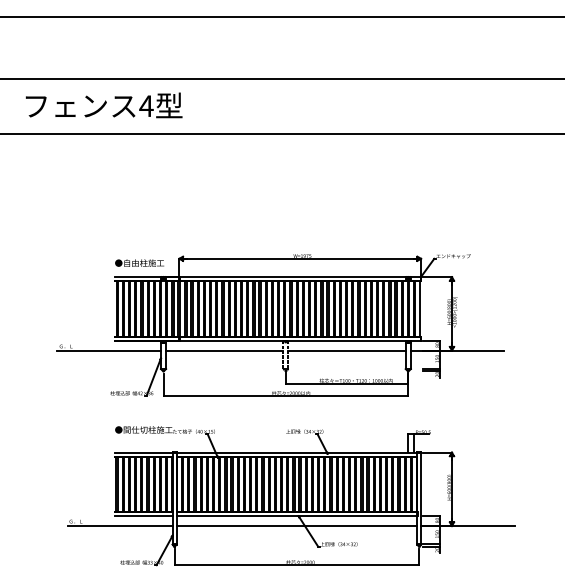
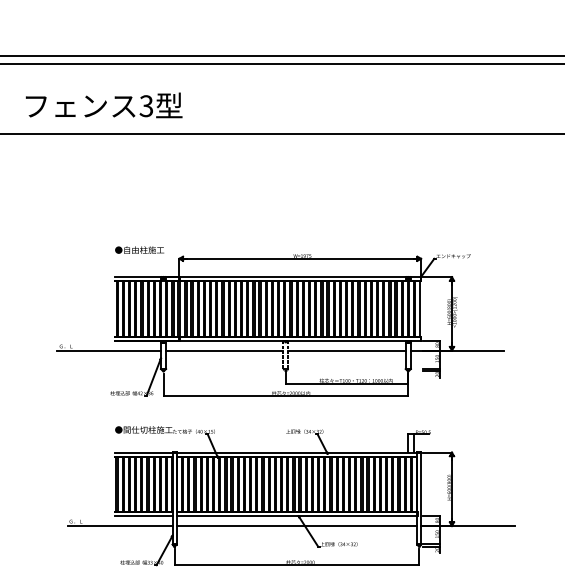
line at (281, 17) position: (281, 17) -> (281, 56)
line at (281, 78) position: (281, 78) -> (281, 63)
text at (146, 106): 4 -> 3
text at (139, 262) position: (139, 262) -> (139, 249)
